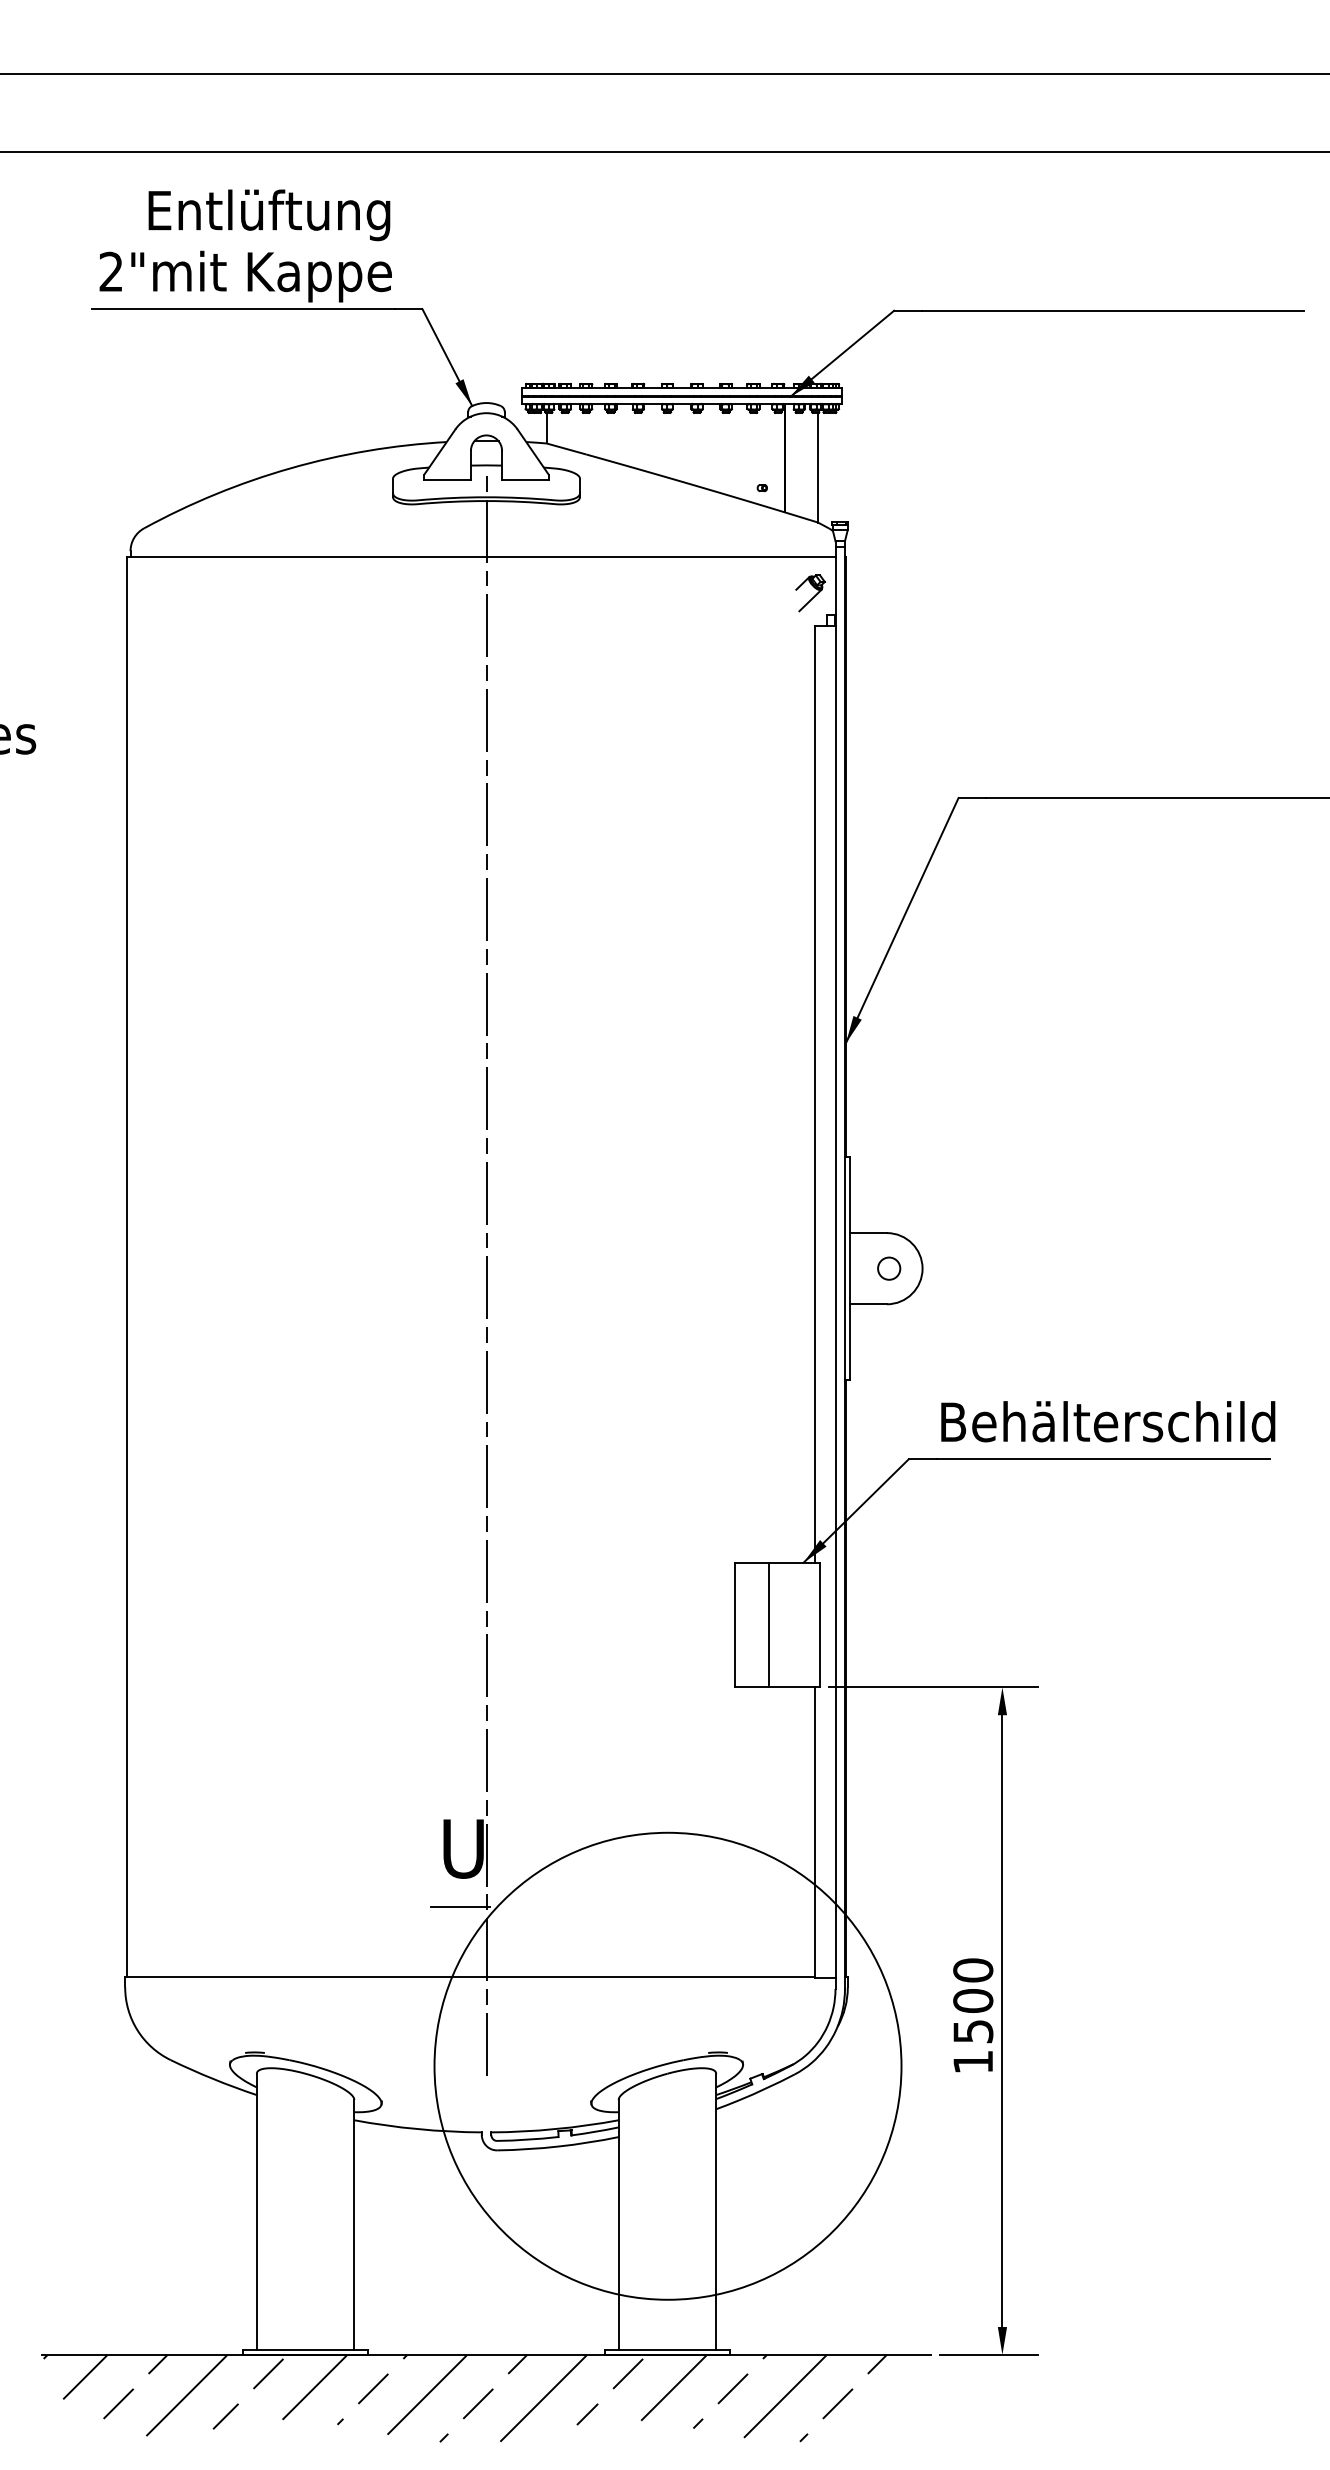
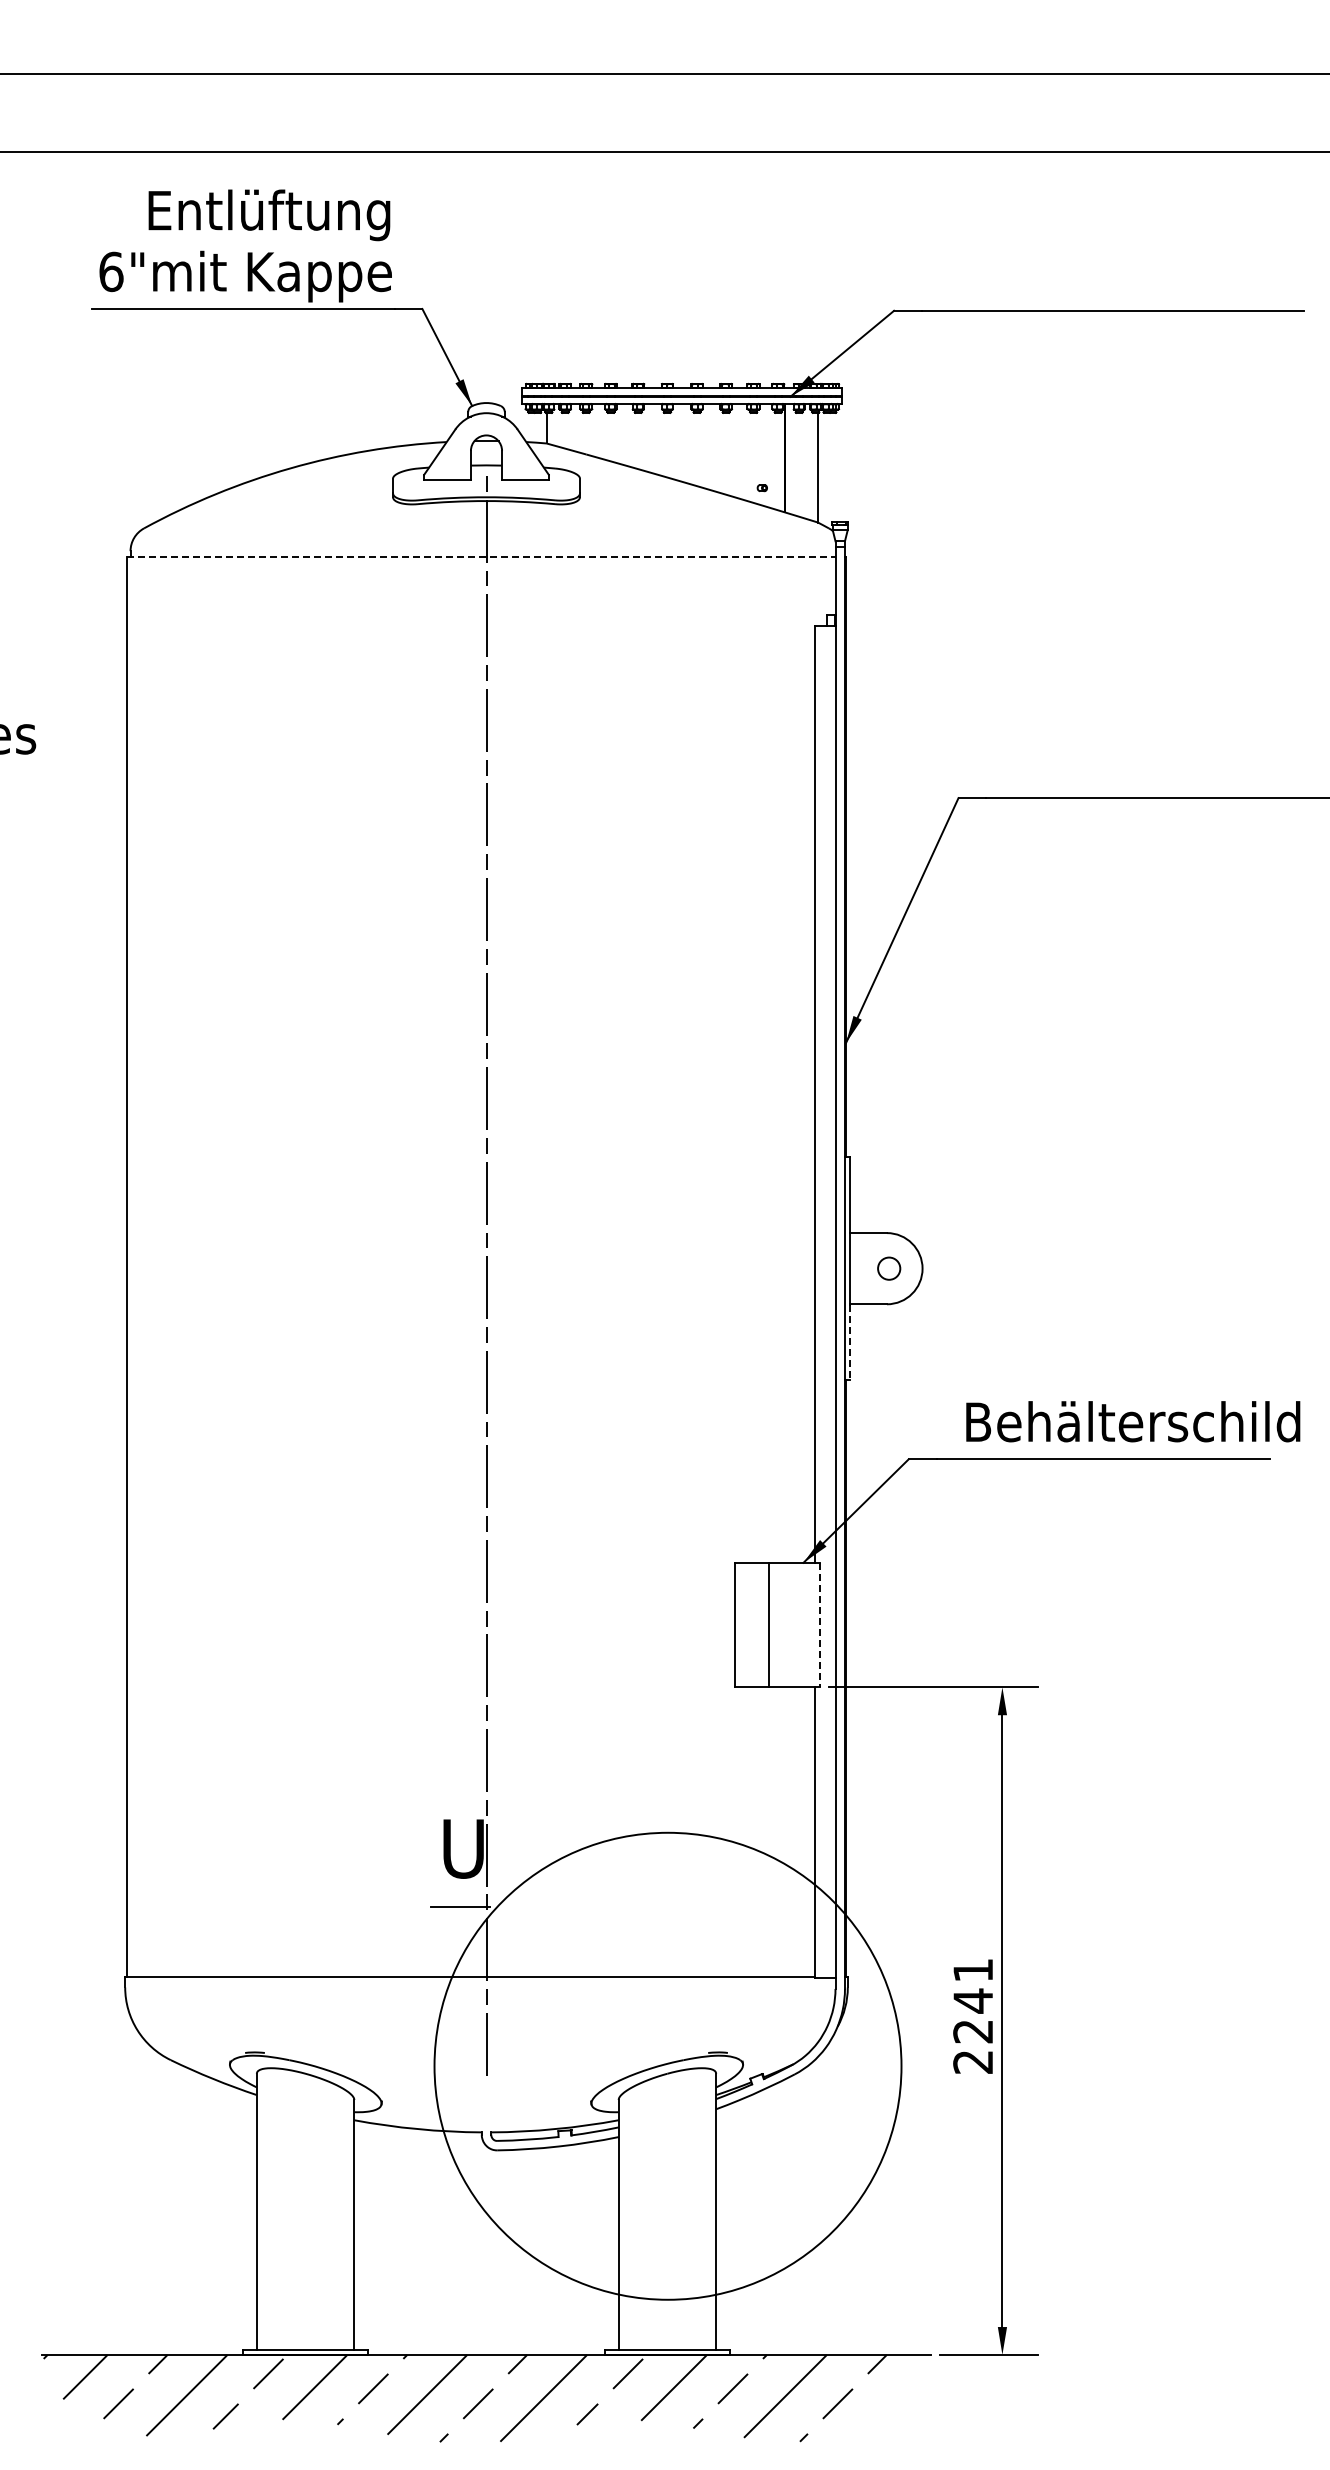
text at (111, 271): 2" -> 6"
line at (481, 557): solid -> dashed
part at (810, 593): present -> none
line at (850, 1342): solid -> dashed
text at (1108, 1421) position: (1108, 1421) -> (1133, 1421)
line at (820, 1625): solid -> dashed
text at (973, 2015): 1500 -> 2241
